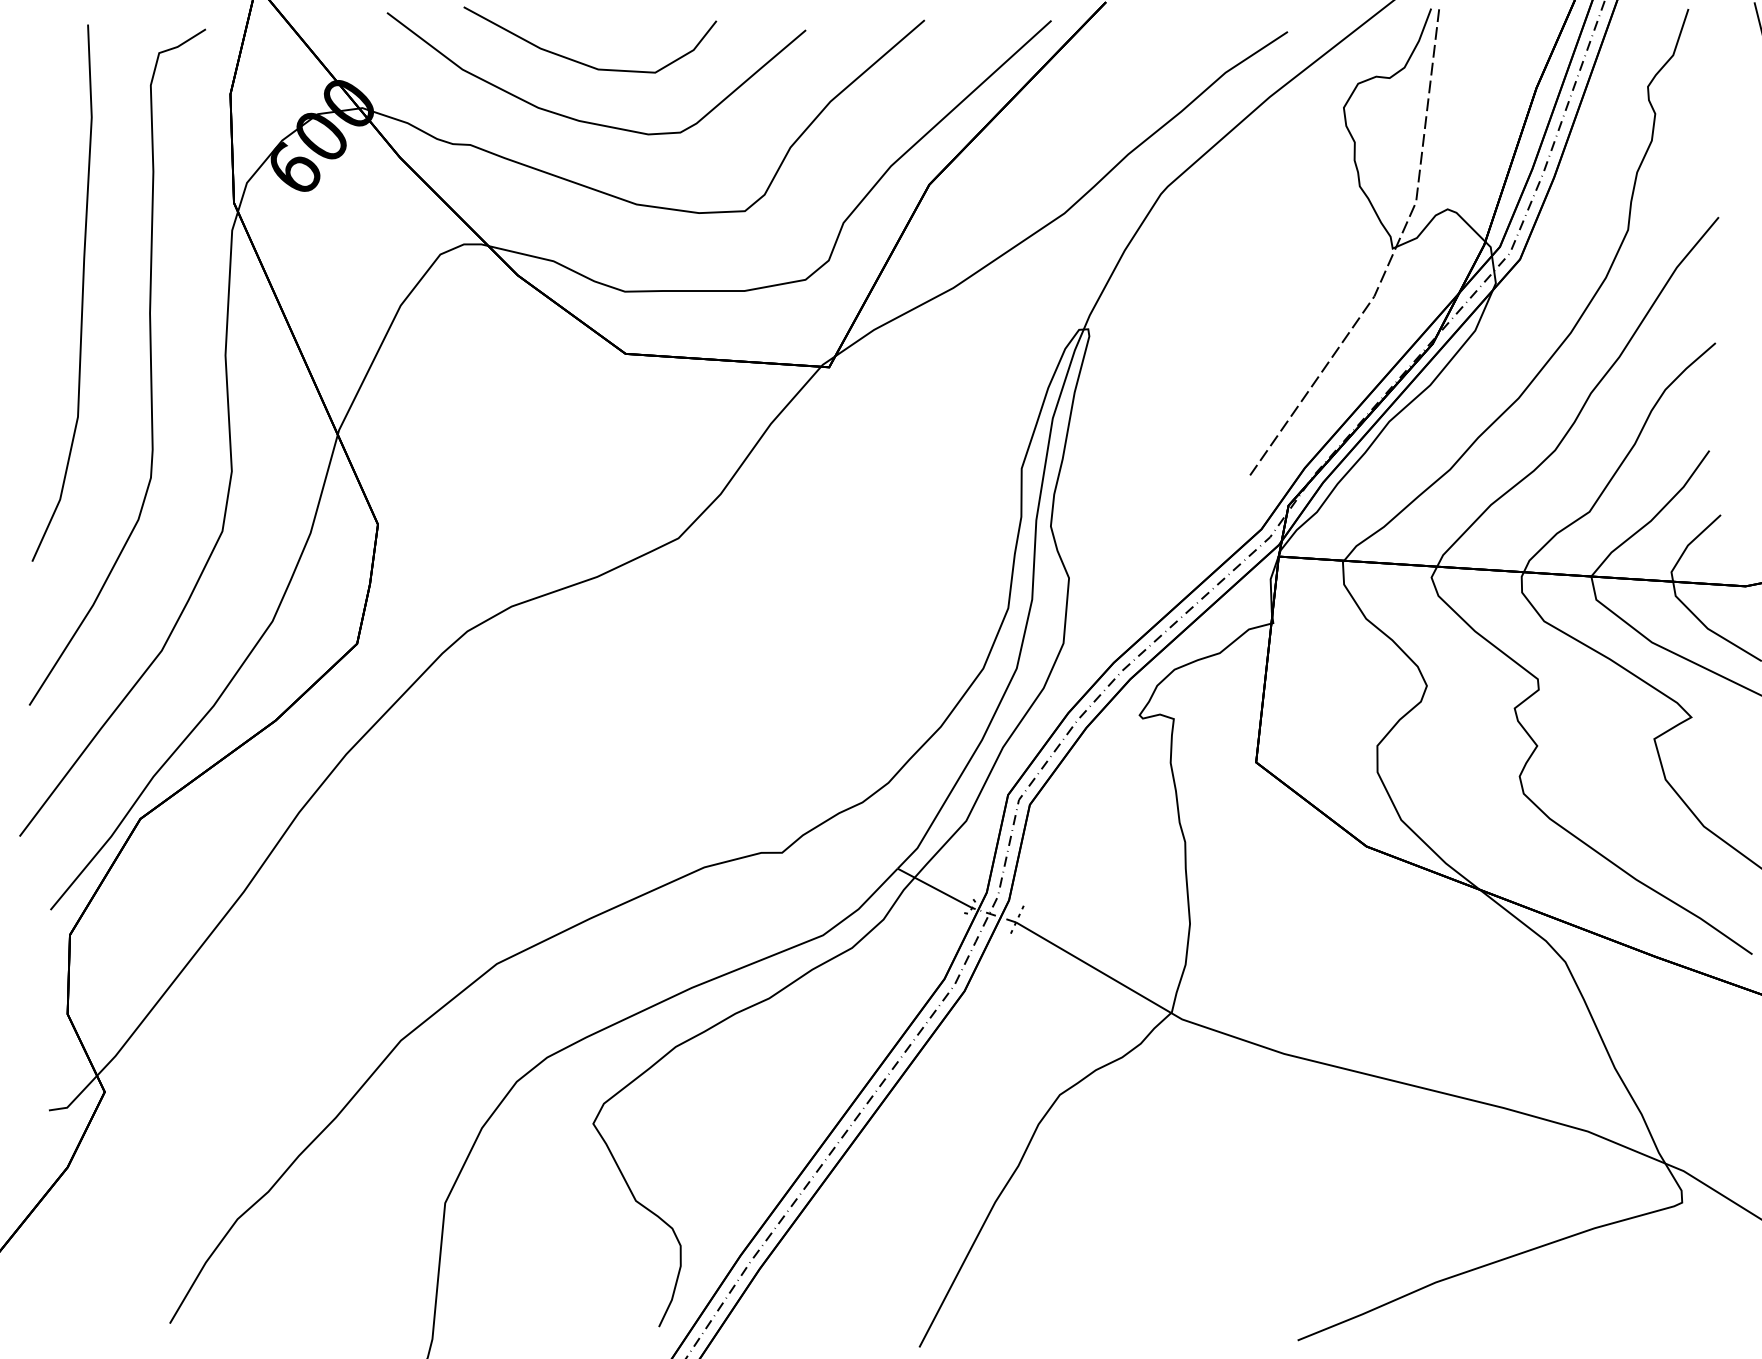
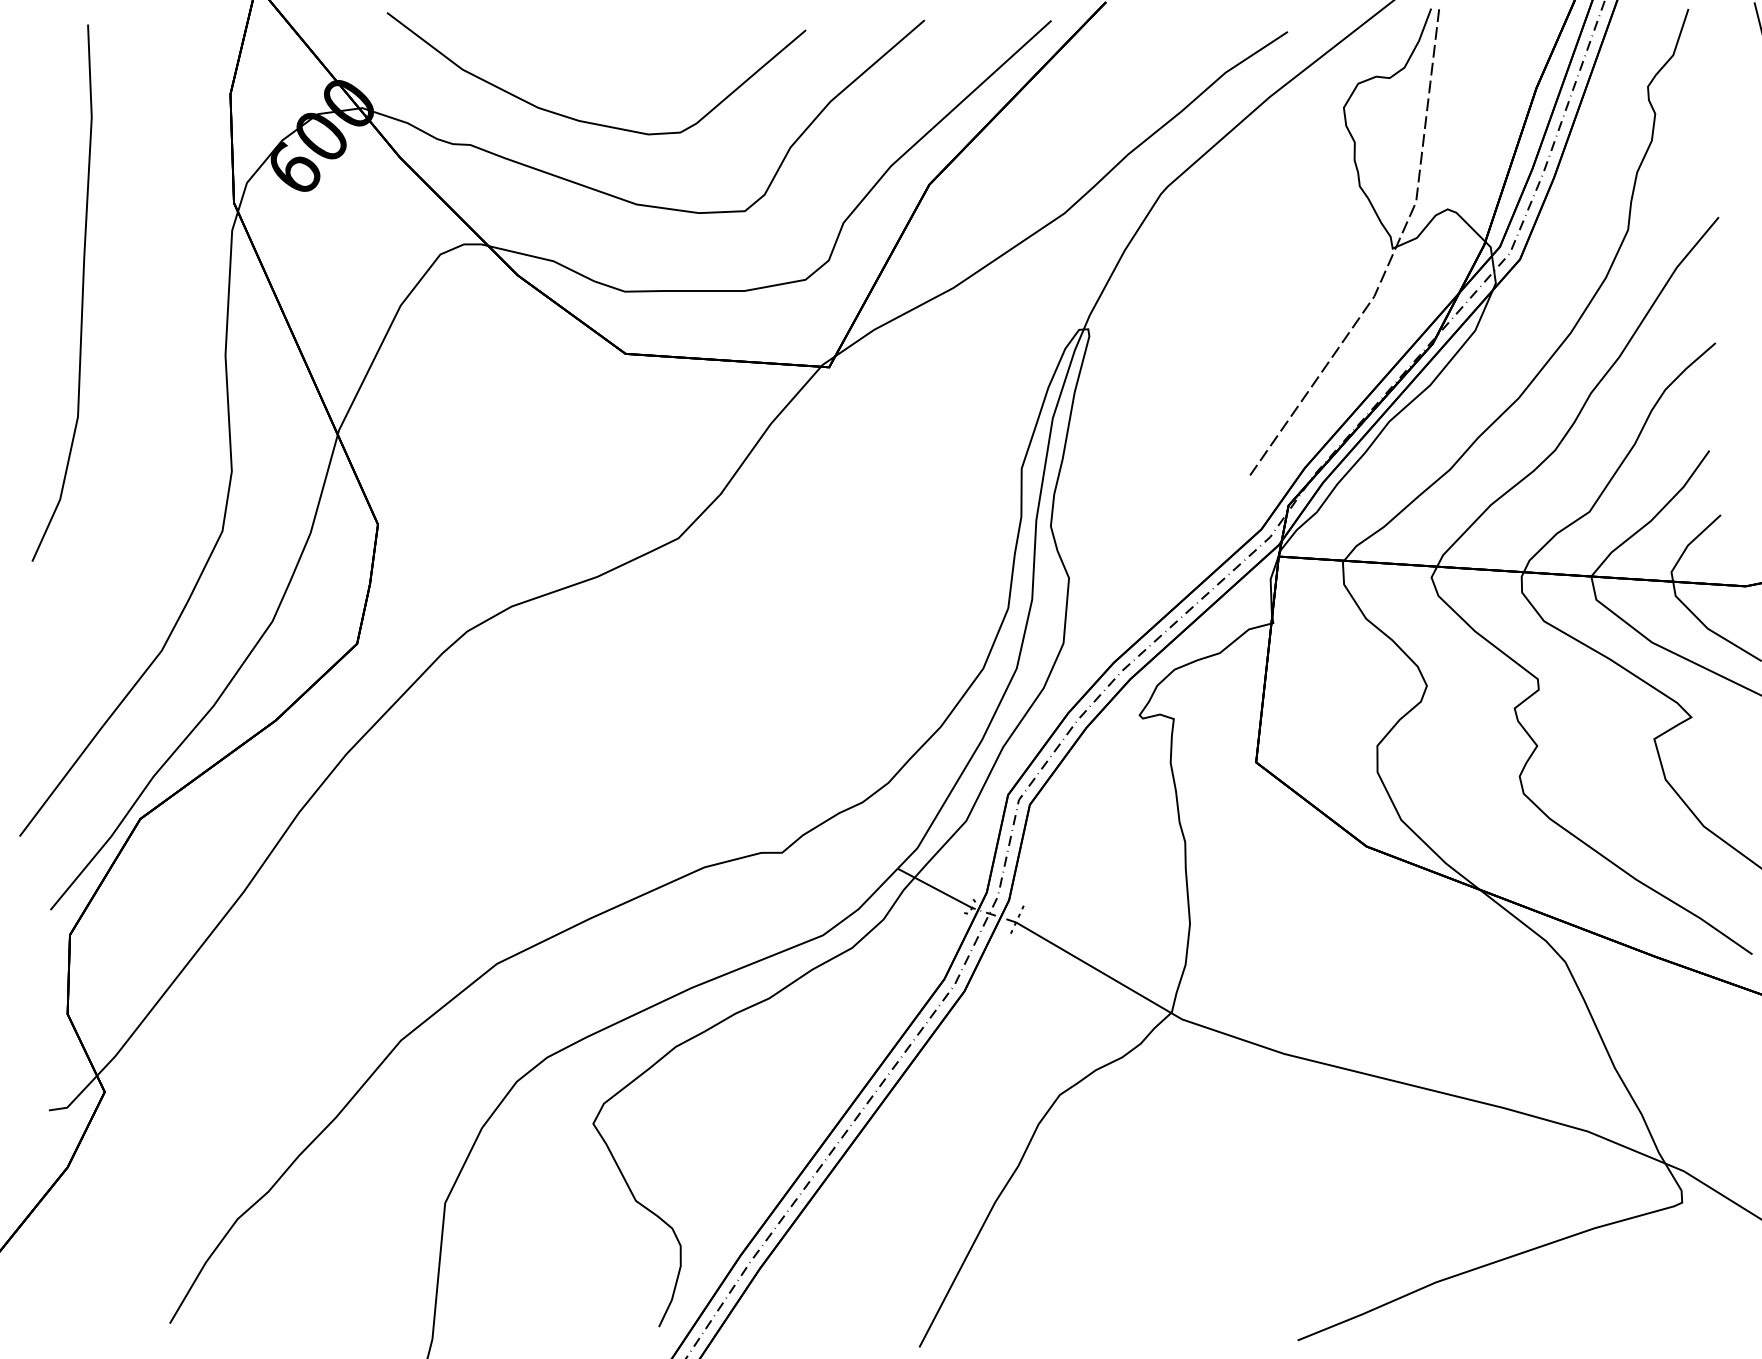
curve at (582, 62): present -> none
curve at (150, 366): present -> none
